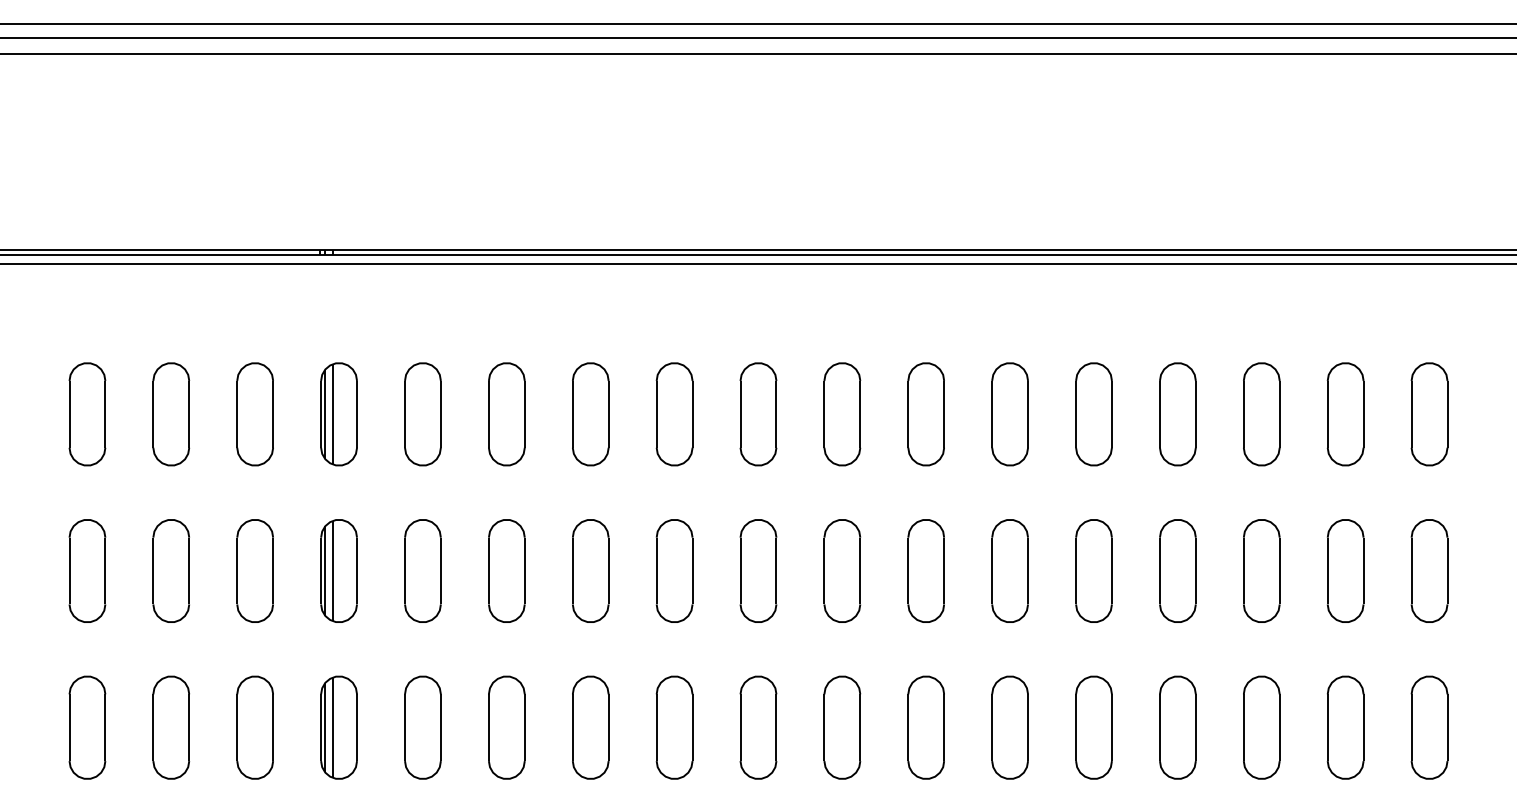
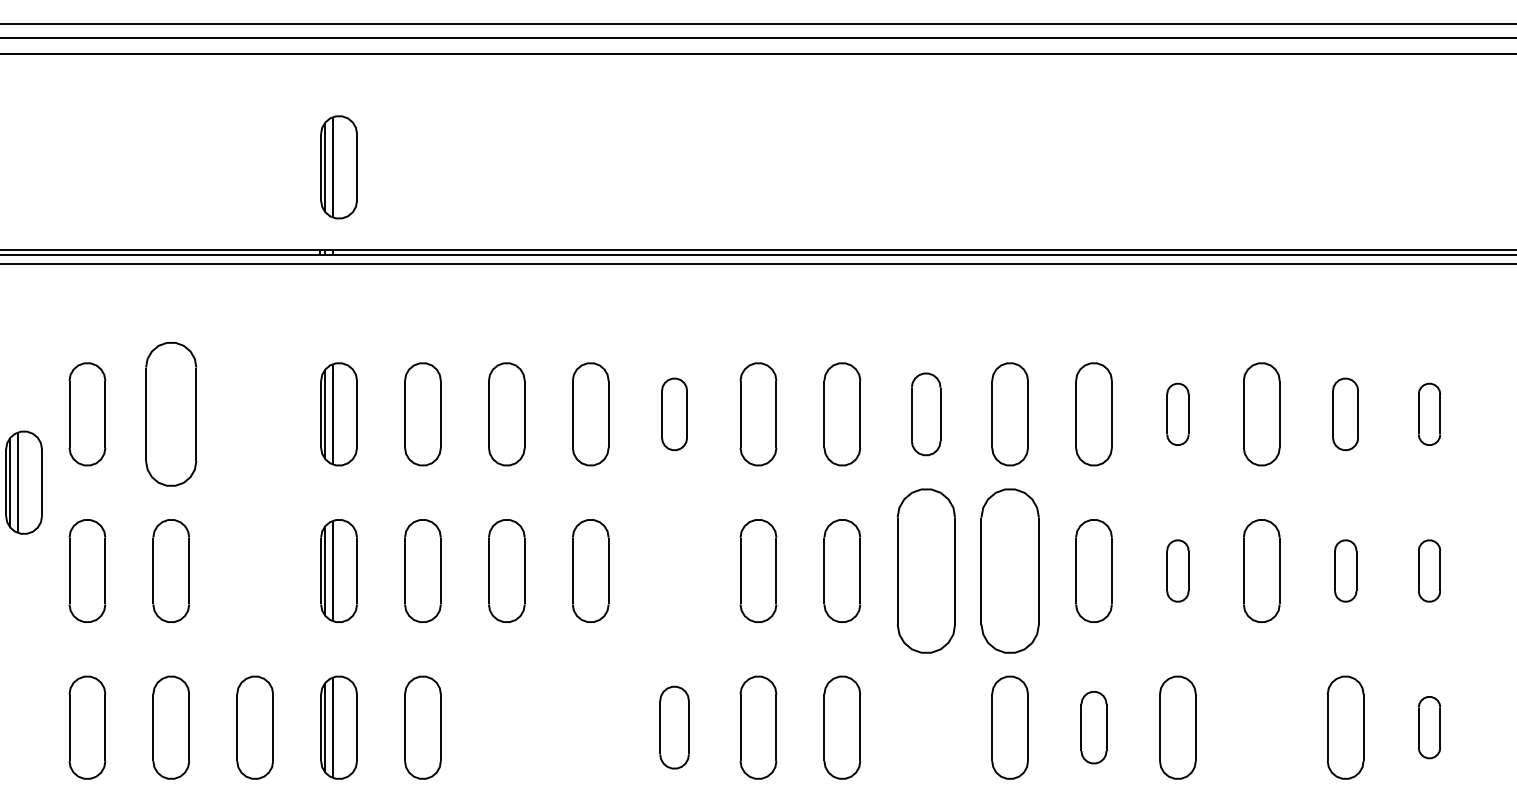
part at (338, 167): none -> present
part at (171, 414) size: 39x105 px -> 53x145 px
part at (254, 414): present -> none
part at (674, 414) size: 39x105 px -> 27x74 px
part at (925, 414) size: 38x105 px -> 31x85 px
part at (1177, 414) size: 38x105 px -> 24x64 px
part at (1345, 414) size: 39x105 px -> 27x74 px
part at (1429, 414) size: 39x105 px -> 24x64 px
part at (23, 482): none -> present
part at (254, 570): present -> none
part at (674, 570): present -> none
part at (925, 570) size: 38x104 px -> 60x166 px
part at (1009, 570) size: 38x104 px -> 60x166 px
part at (1177, 570) size: 38x104 px -> 24x64 px
part at (1345, 570) size: 38x104 px -> 24x64 px
part at (1429, 570) size: 39x104 px -> 24x64 px
part at (506, 727): present -> none
part at (590, 727): present -> none
part at (674, 727) size: 39x105 px -> 31x85 px
part at (925, 727): present -> none
part at (1093, 727) size: 38x105 px -> 28x74 px
part at (1261, 727): present -> none
part at (1429, 727) size: 39x105 px -> 24x64 px
